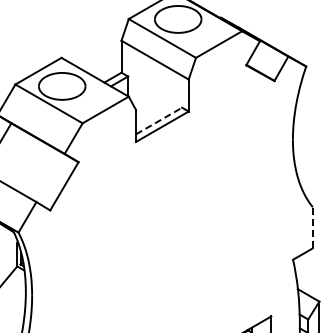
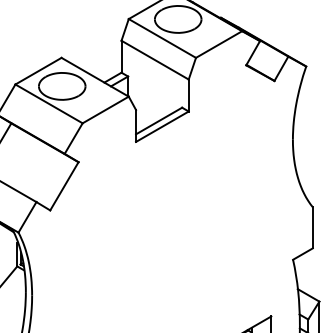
line at (159, 121): dashed -> solid
line at (312, 227): dashed -> solid
